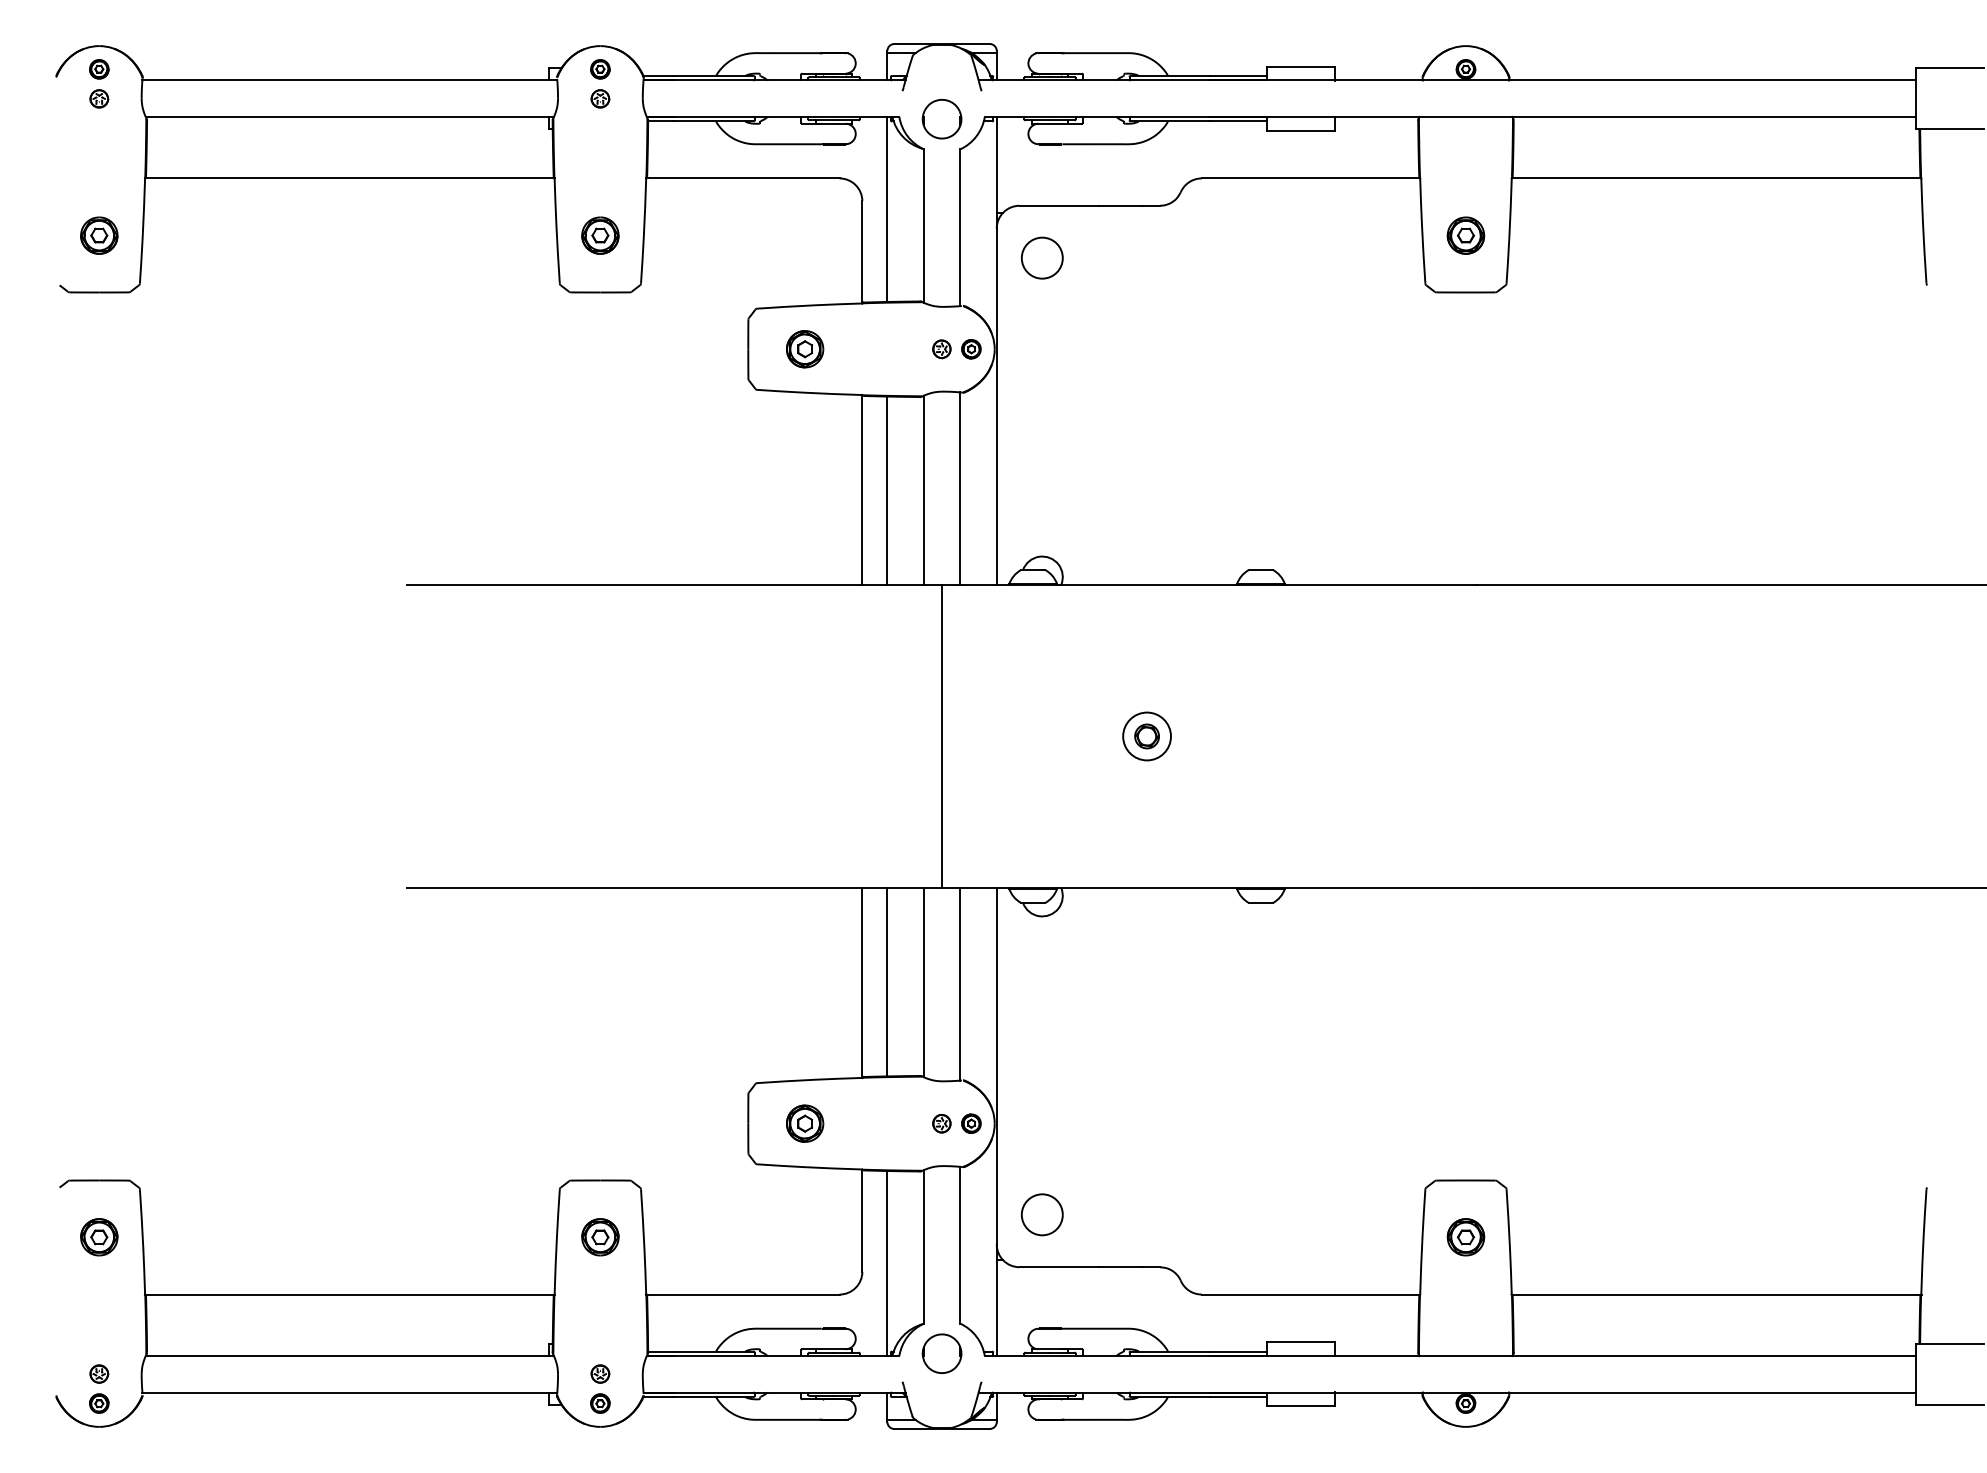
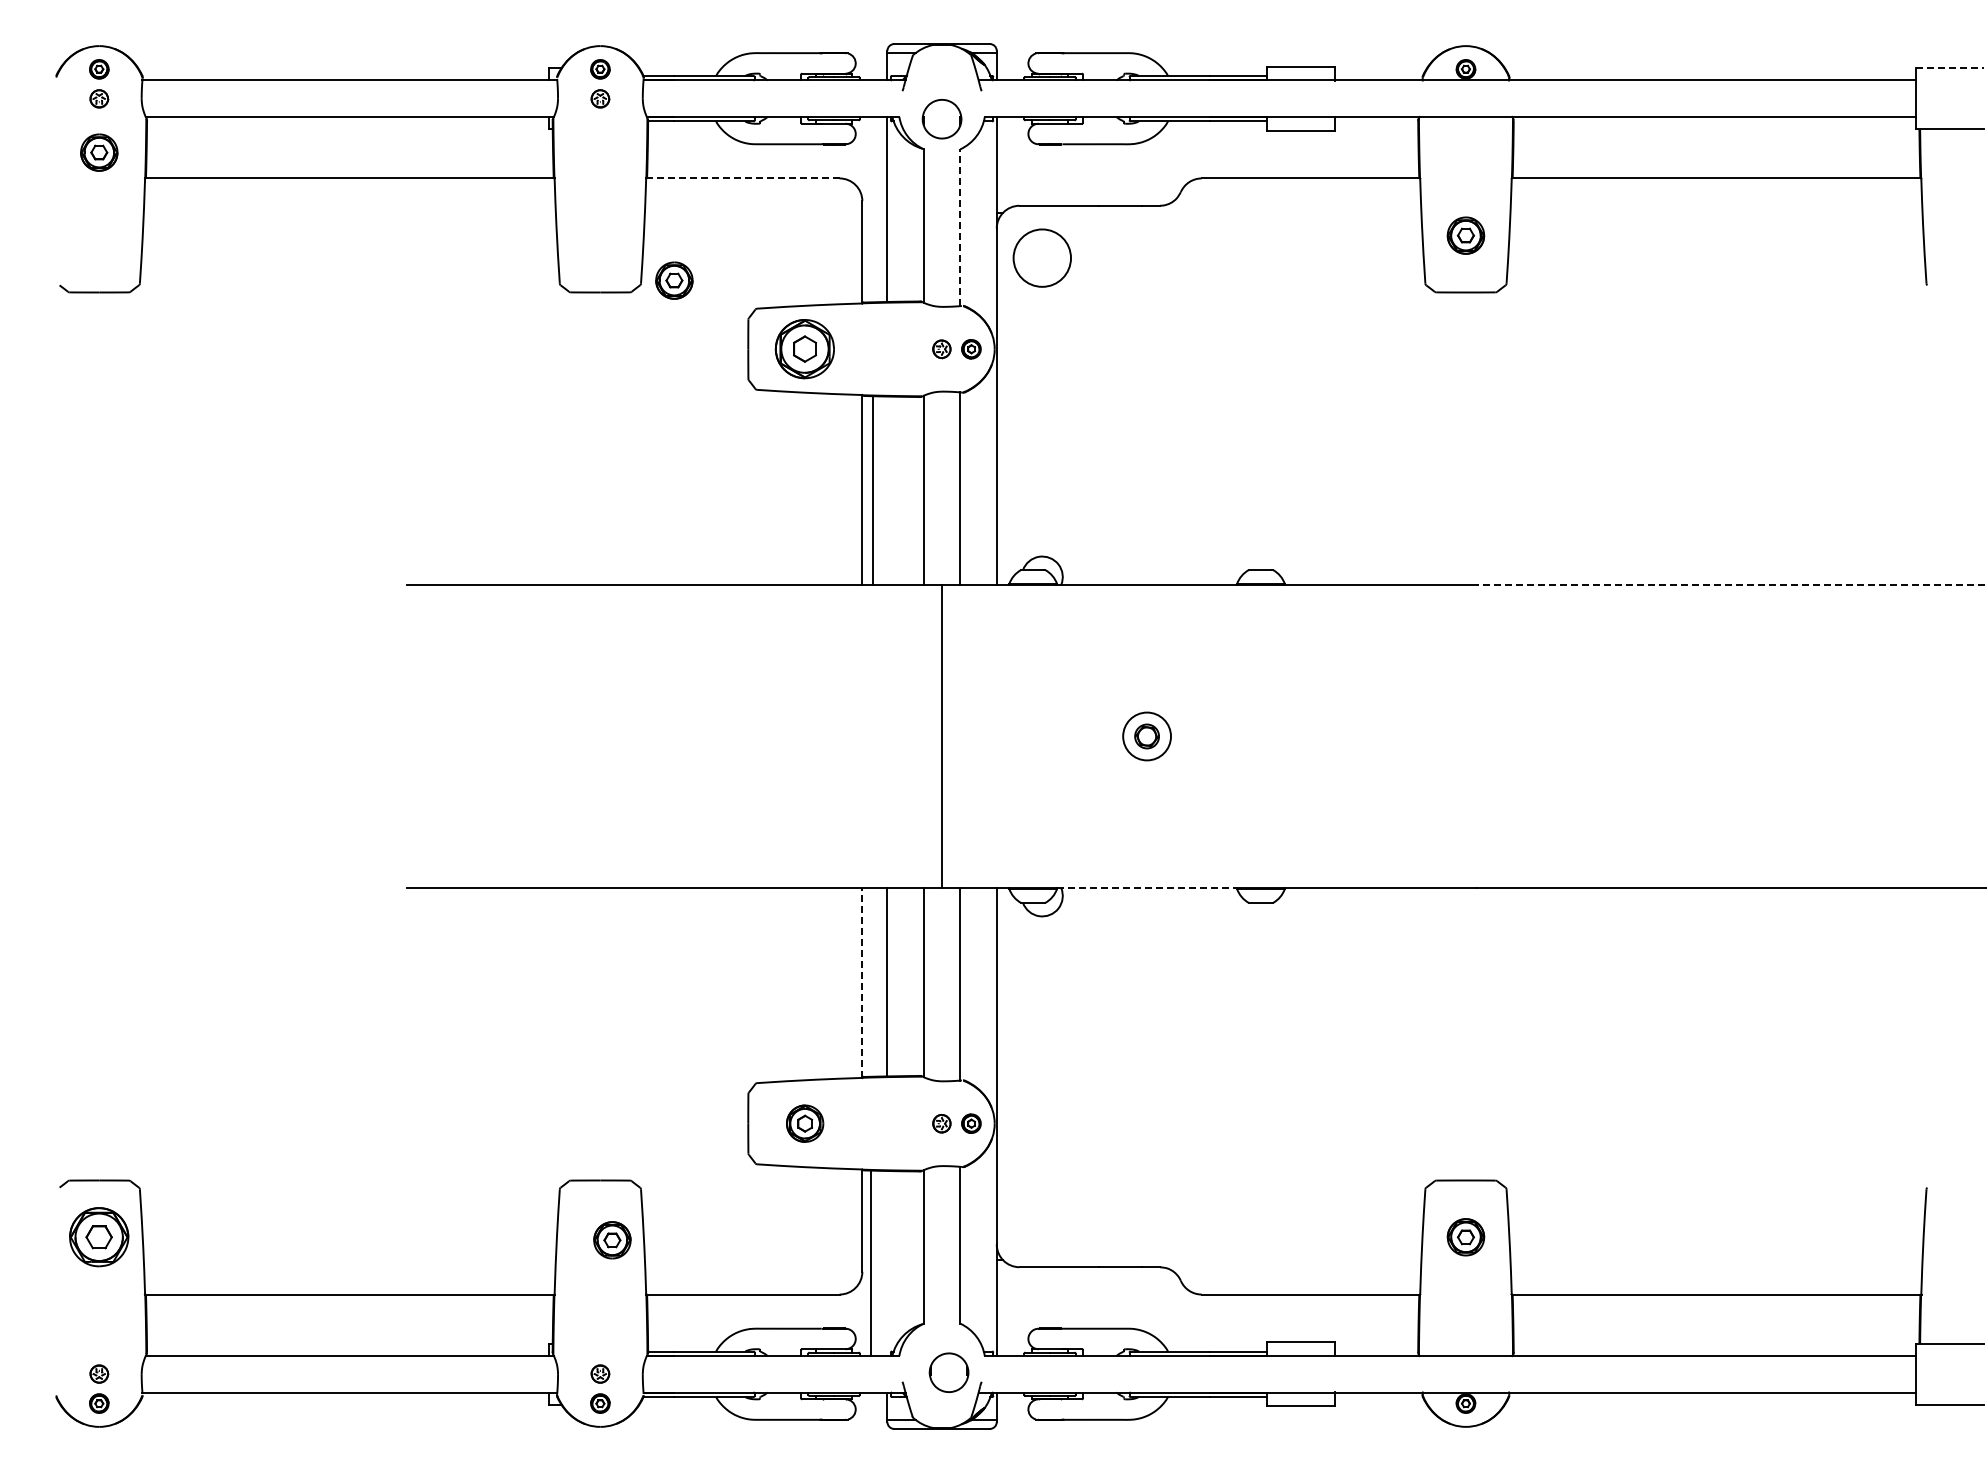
line at (1950, 67): solid -> dashed
line at (742, 178): solid -> dashed
line at (960, 227): solid -> dashed
part at (99, 235) position: (99, 235) -> (99, 152)
part at (600, 235) position: (600, 235) -> (674, 280)
circle at (1041, 257) diameter: 41 px -> 57 px
part at (805, 349) size: 39x39 px -> 61x61 px
line at (887, 490) position: (887, 490) -> (873, 490)
line at (1731, 585): solid -> dashed
line at (1147, 887): solid -> dashed
line at (862, 982): solid -> dashed
circle at (1041, 1214): present -> none
part at (99, 1237) size: 39x39 px -> 61x61 px
part at (600, 1237) position: (600, 1237) -> (612, 1240)
line at (887, 1263) position: (887, 1263) -> (871, 1263)
part at (941, 1353) position: (941, 1353) -> (948, 1372)
